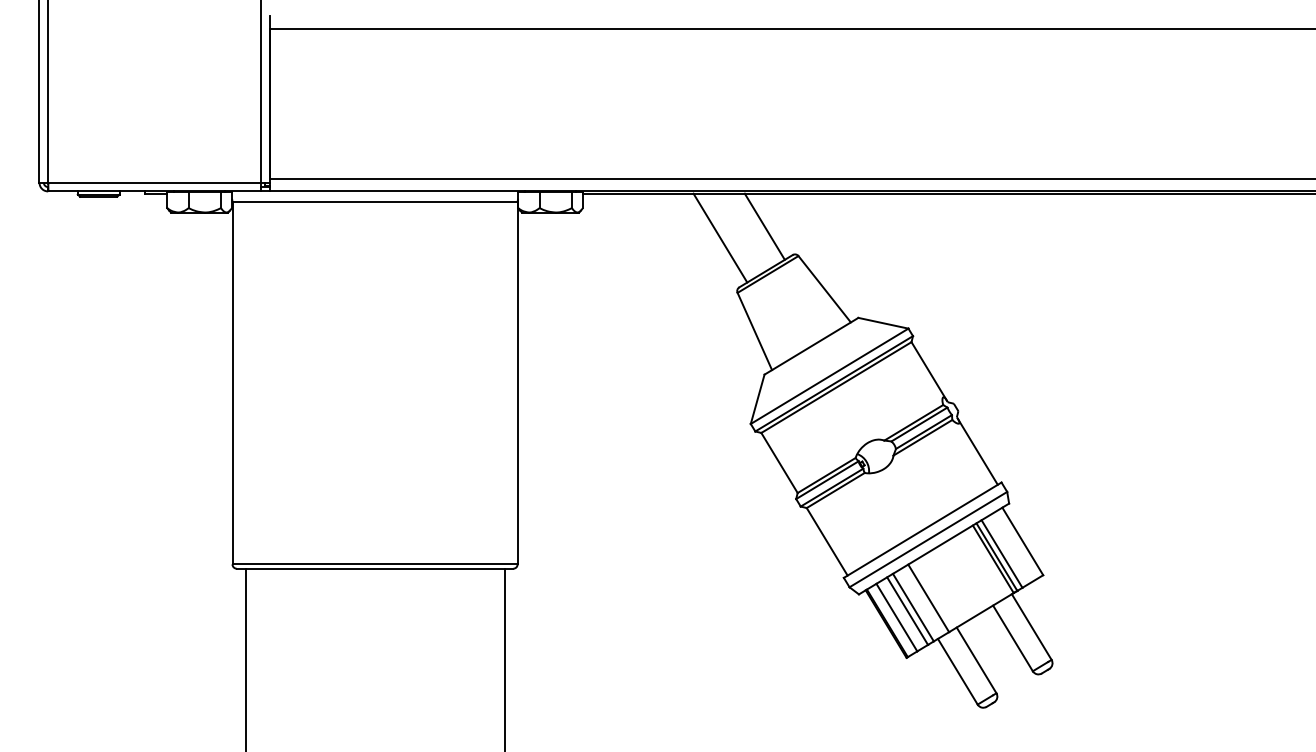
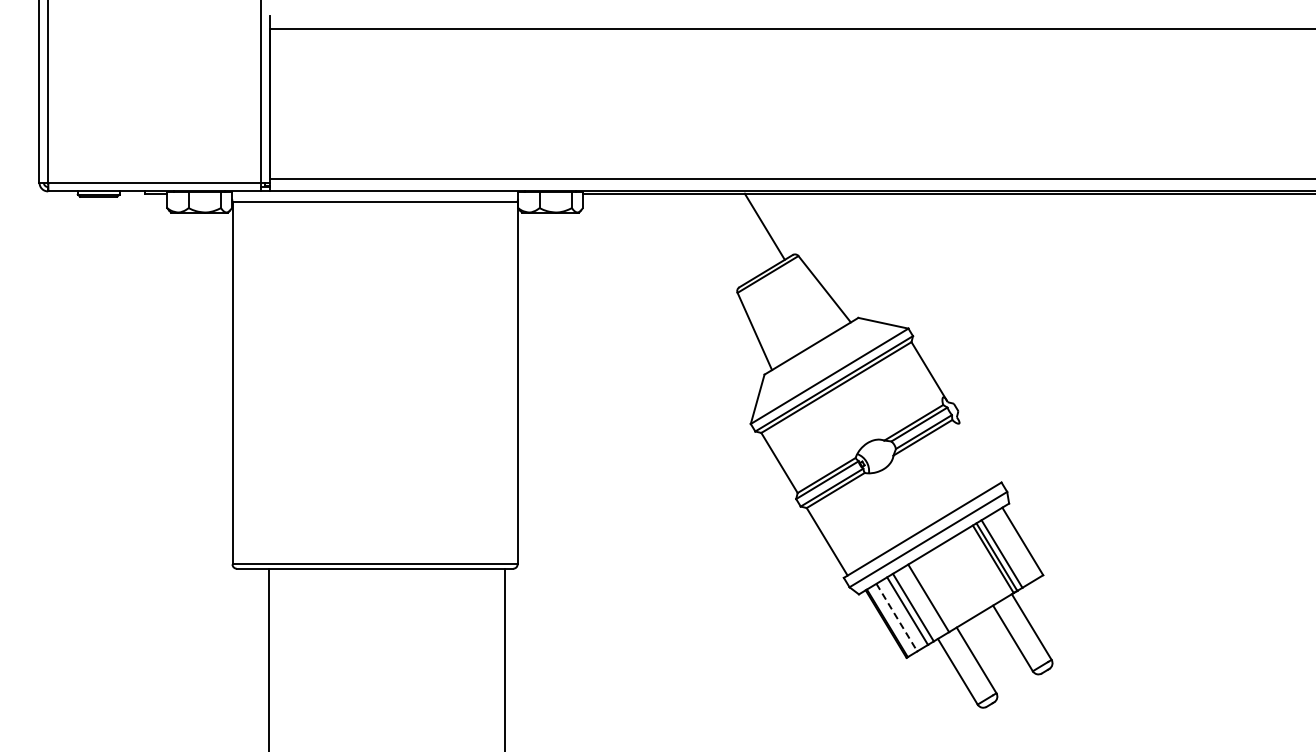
line at (720, 237): present -> none
line at (977, 451): present -> none
line at (897, 618): solid -> dashed
line at (245, 658) position: (245, 658) -> (268, 658)
